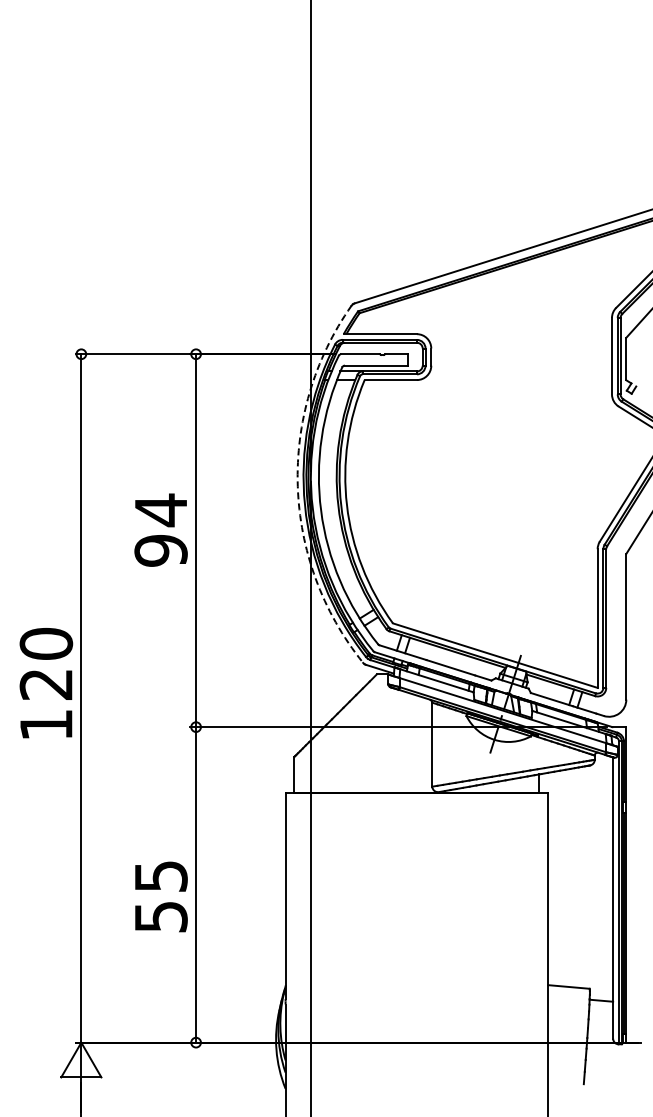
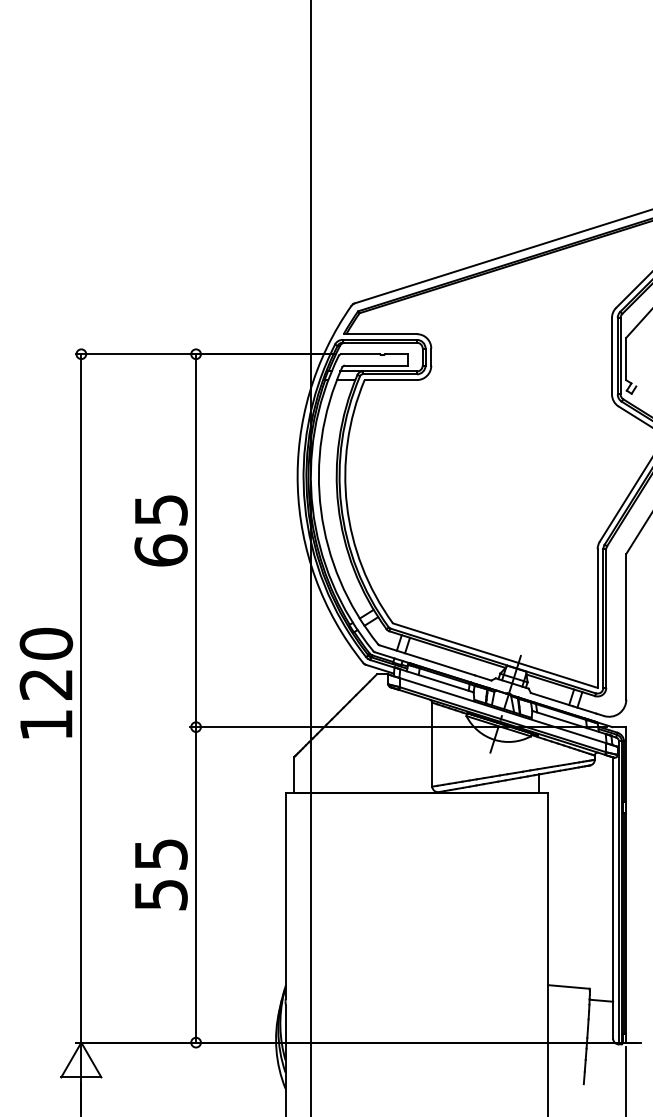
arc at (297, 486): dashed -> solid
text at (160, 529): 94 -> 65
text at (161, 896) position: (161, 896) -> (161, 874)
line at (626, 1079): none -> present
